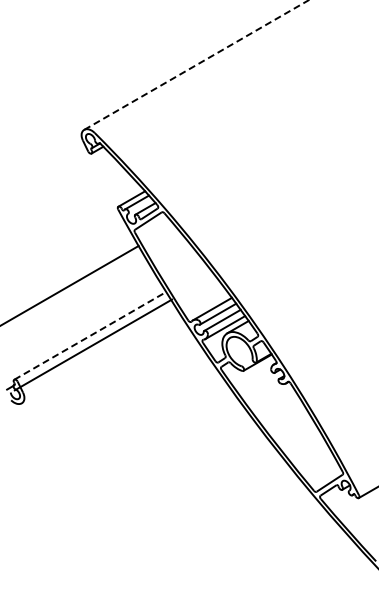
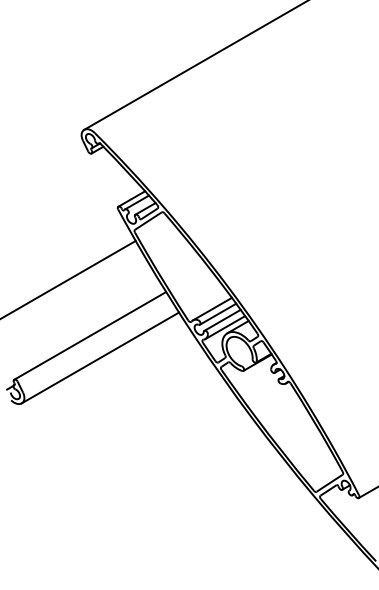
line at (196, 64): dashed -> solid
line at (70, 284) position: (70, 284) -> (68, 278)
line at (90, 335): dashed -> solid
line at (93, 344) position: (93, 344) -> (100, 357)
